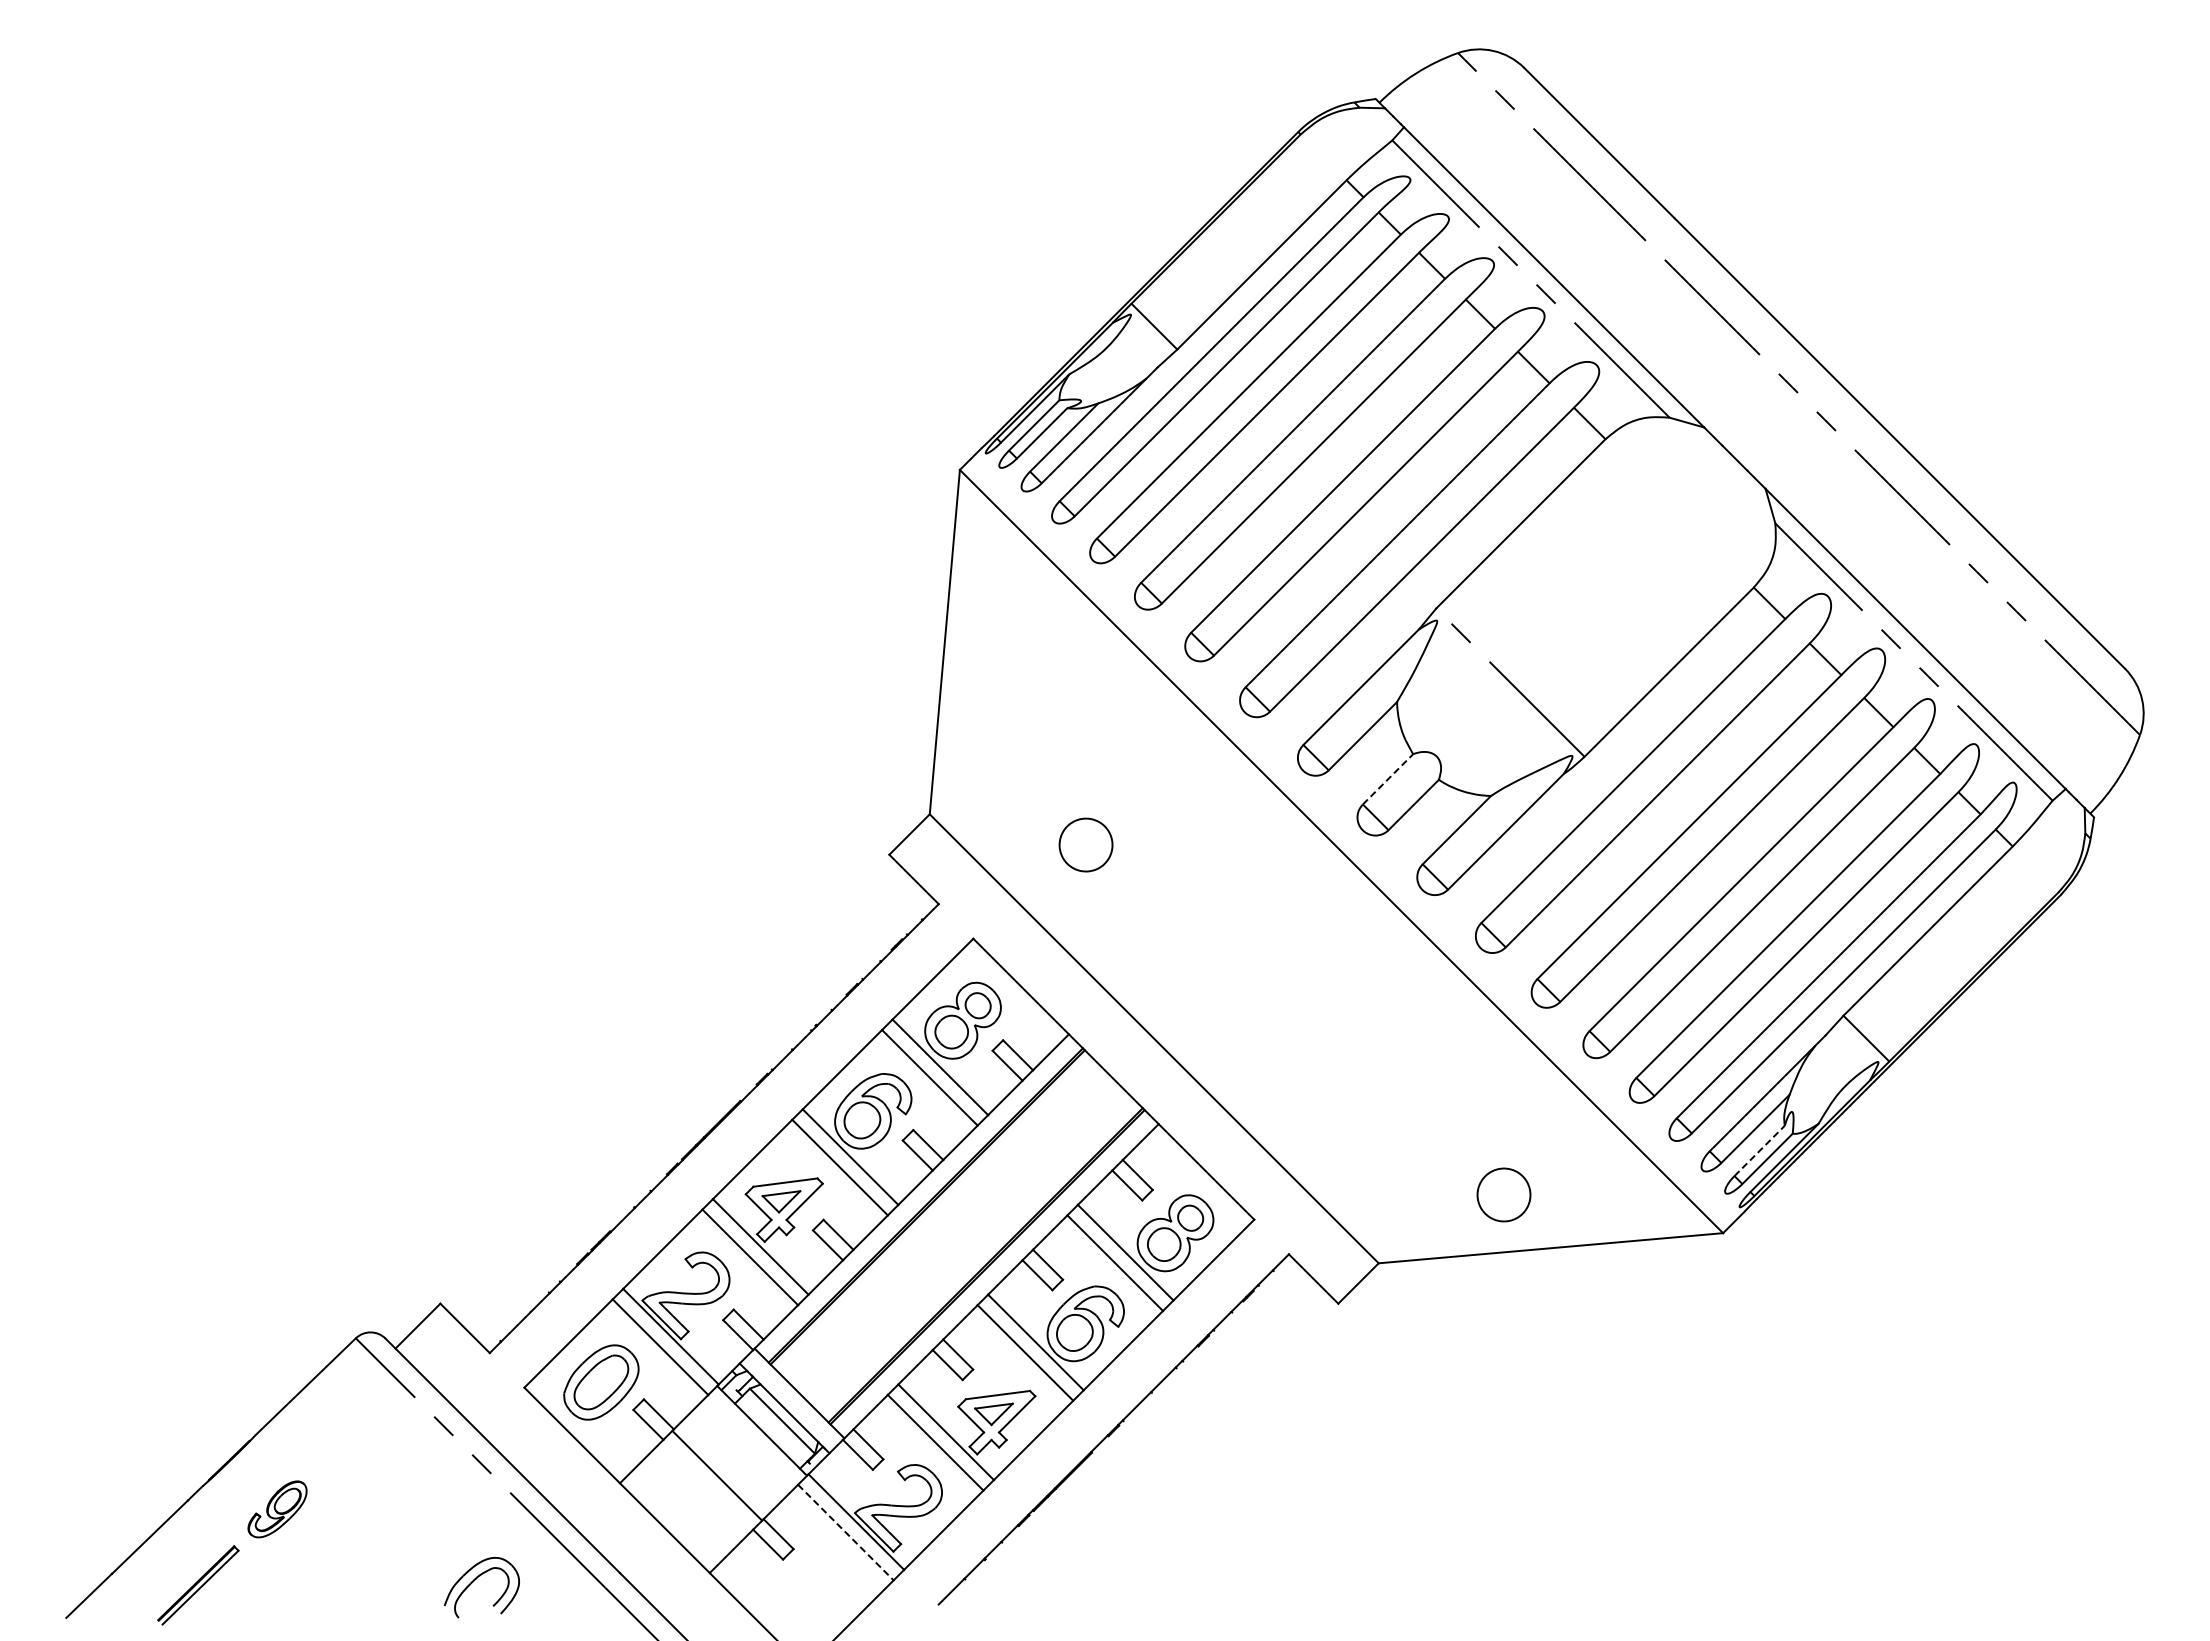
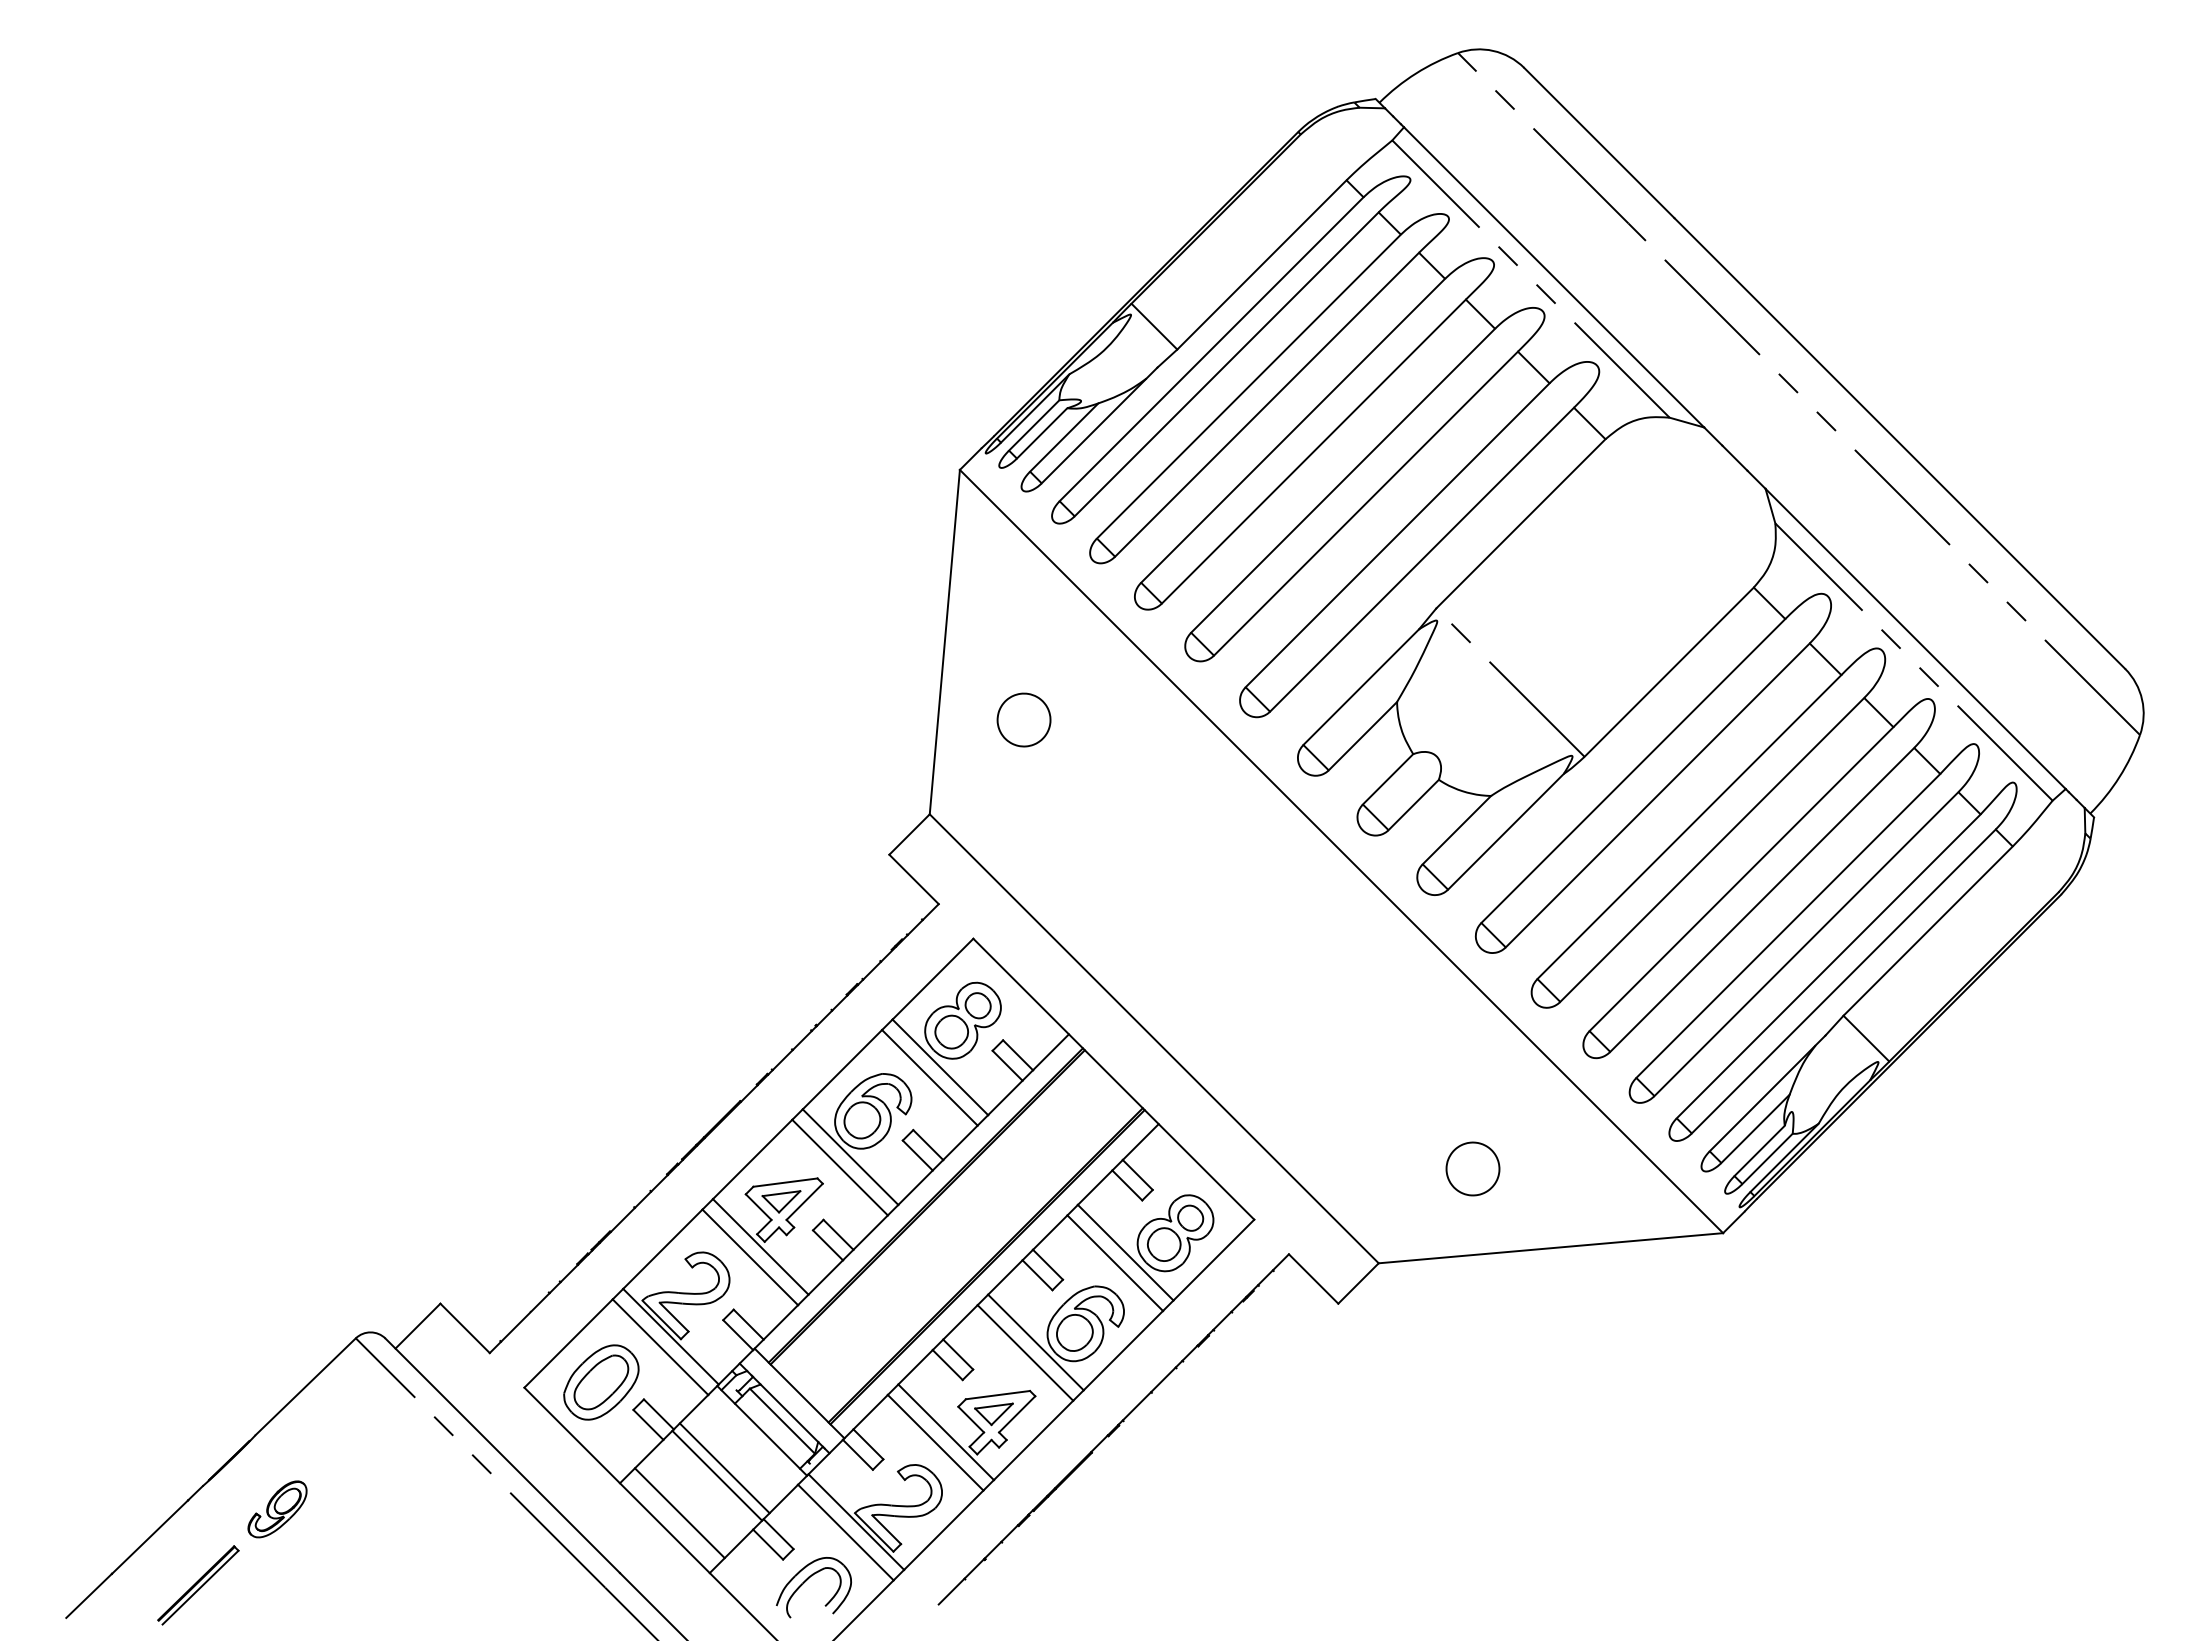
line at (1388, 779): dashed -> solid
part at (1085, 844) position: (1085, 844) -> (1023, 719)
line at (1759, 1150): dashed -> solid
part at (1503, 1194) position: (1503, 1194) -> (1472, 1168)
line at (724, 1468): none -> present
line at (679, 1513): none -> present
line at (845, 1532): dashed -> solid
part at (475, 1580) position: (475, 1580) -> (807, 1580)
